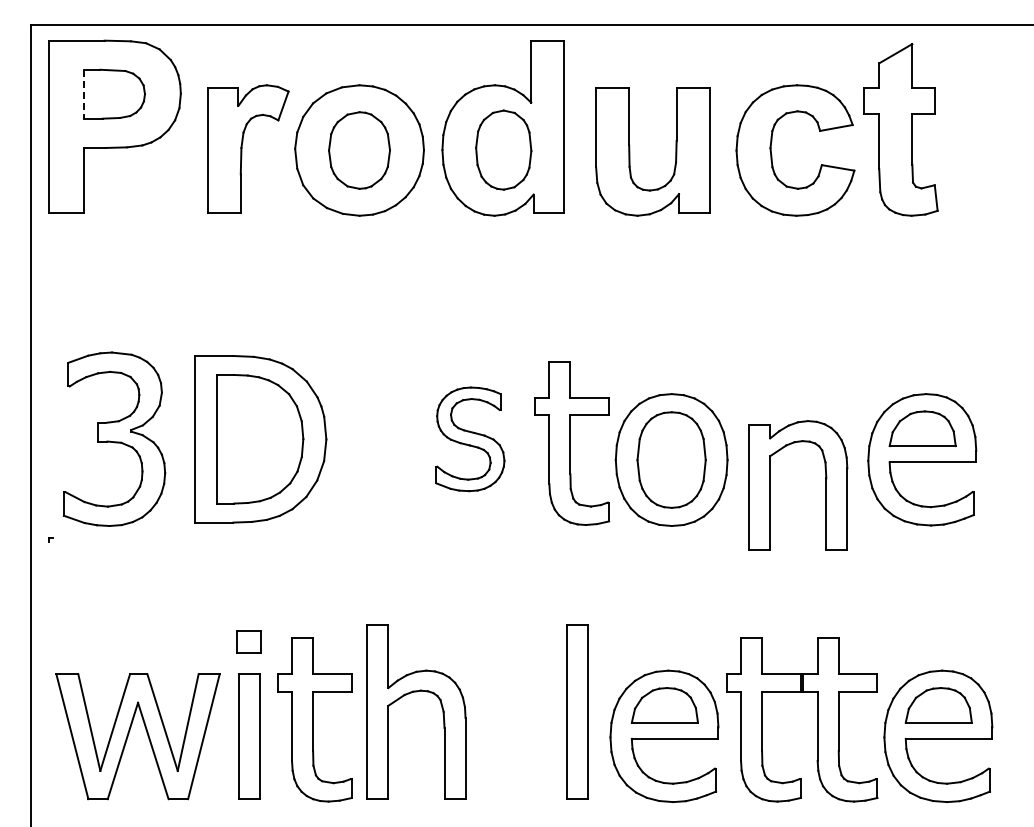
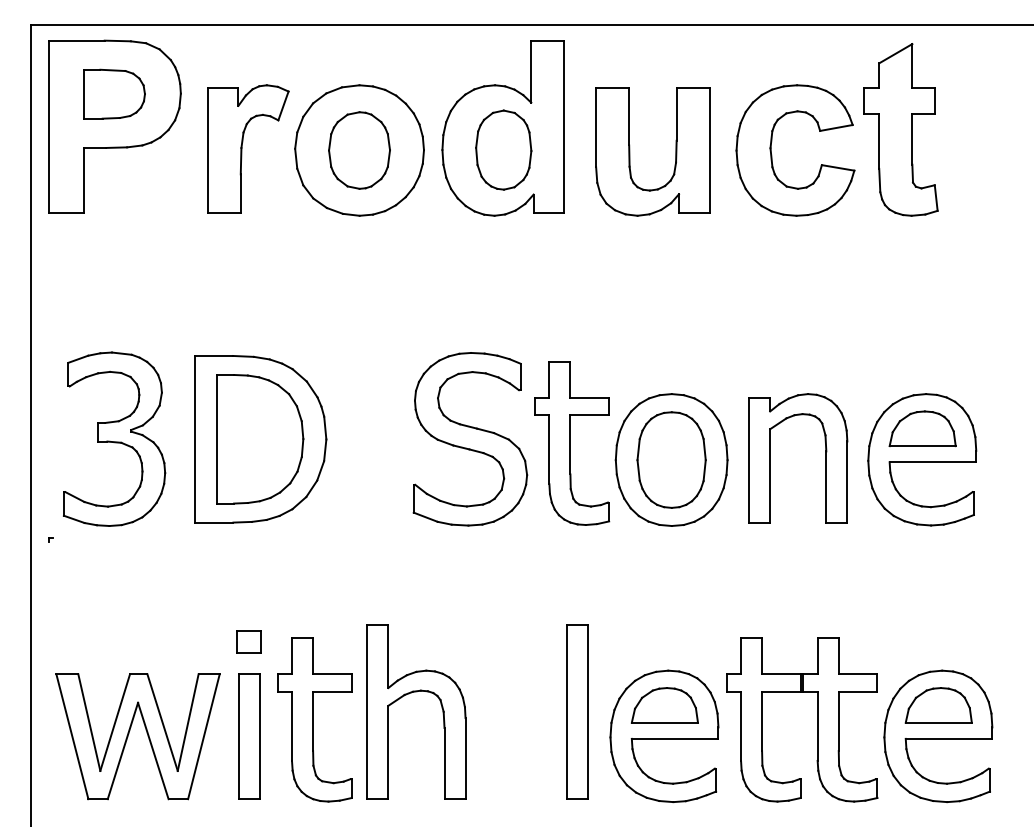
line at (83, 94): dashed -> solid
part at (470, 439) size: 71x107 px -> 117x175 px
part at (825, 485) position: (825, 485) -> (825, 458)
